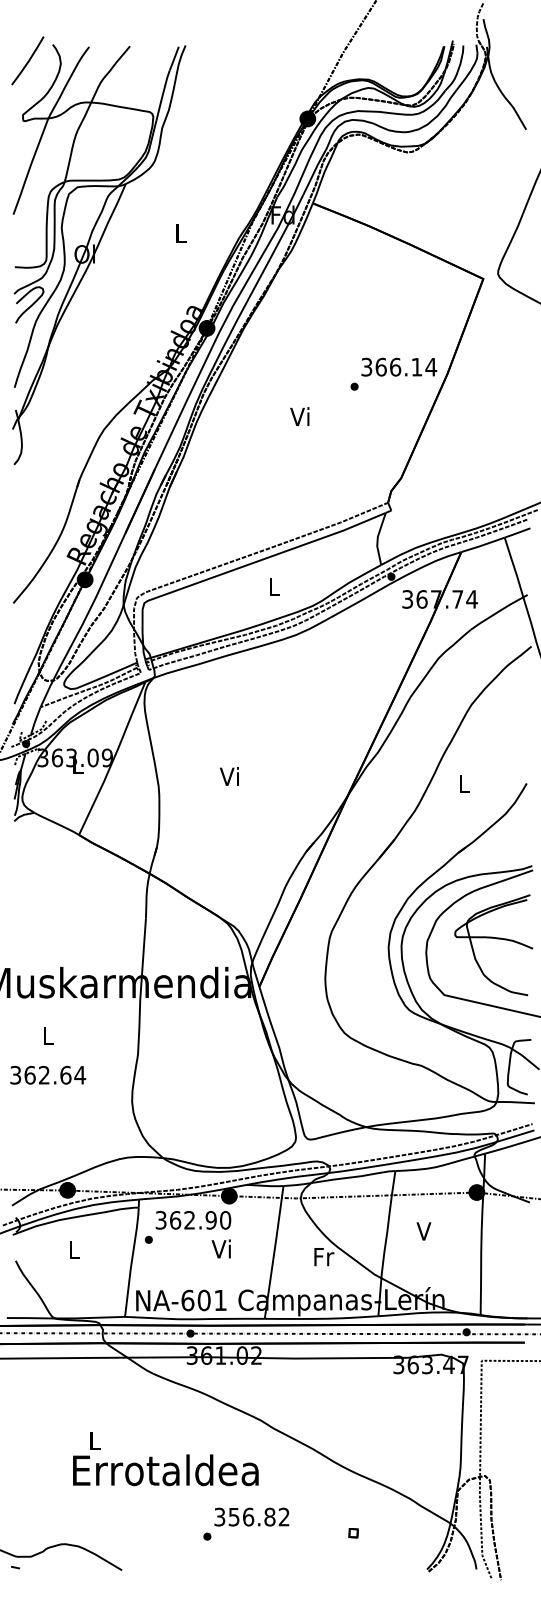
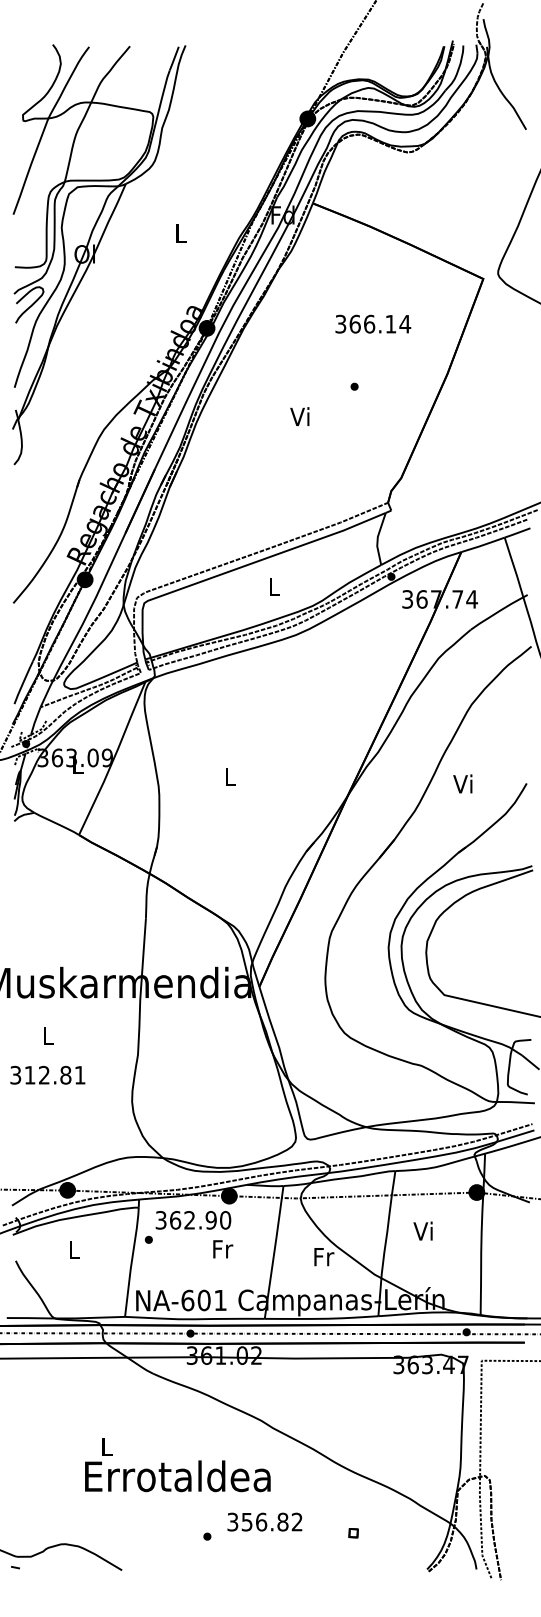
line at (28, 60): present -> none
text at (399, 366) position: (399, 366) -> (373, 323)
text at (229, 776): Vi -> L
text at (462, 783): L -> Vi
part at (496, 939): present -> none
text at (55, 1074): 362.64 -> 312.81
text at (422, 1230): V -> Vi
text at (222, 1248): Vi -> Fr
text at (165, 1459) position: (165, 1459) -> (177, 1465)
text at (251, 1516) position: (251, 1516) -> (264, 1521)
